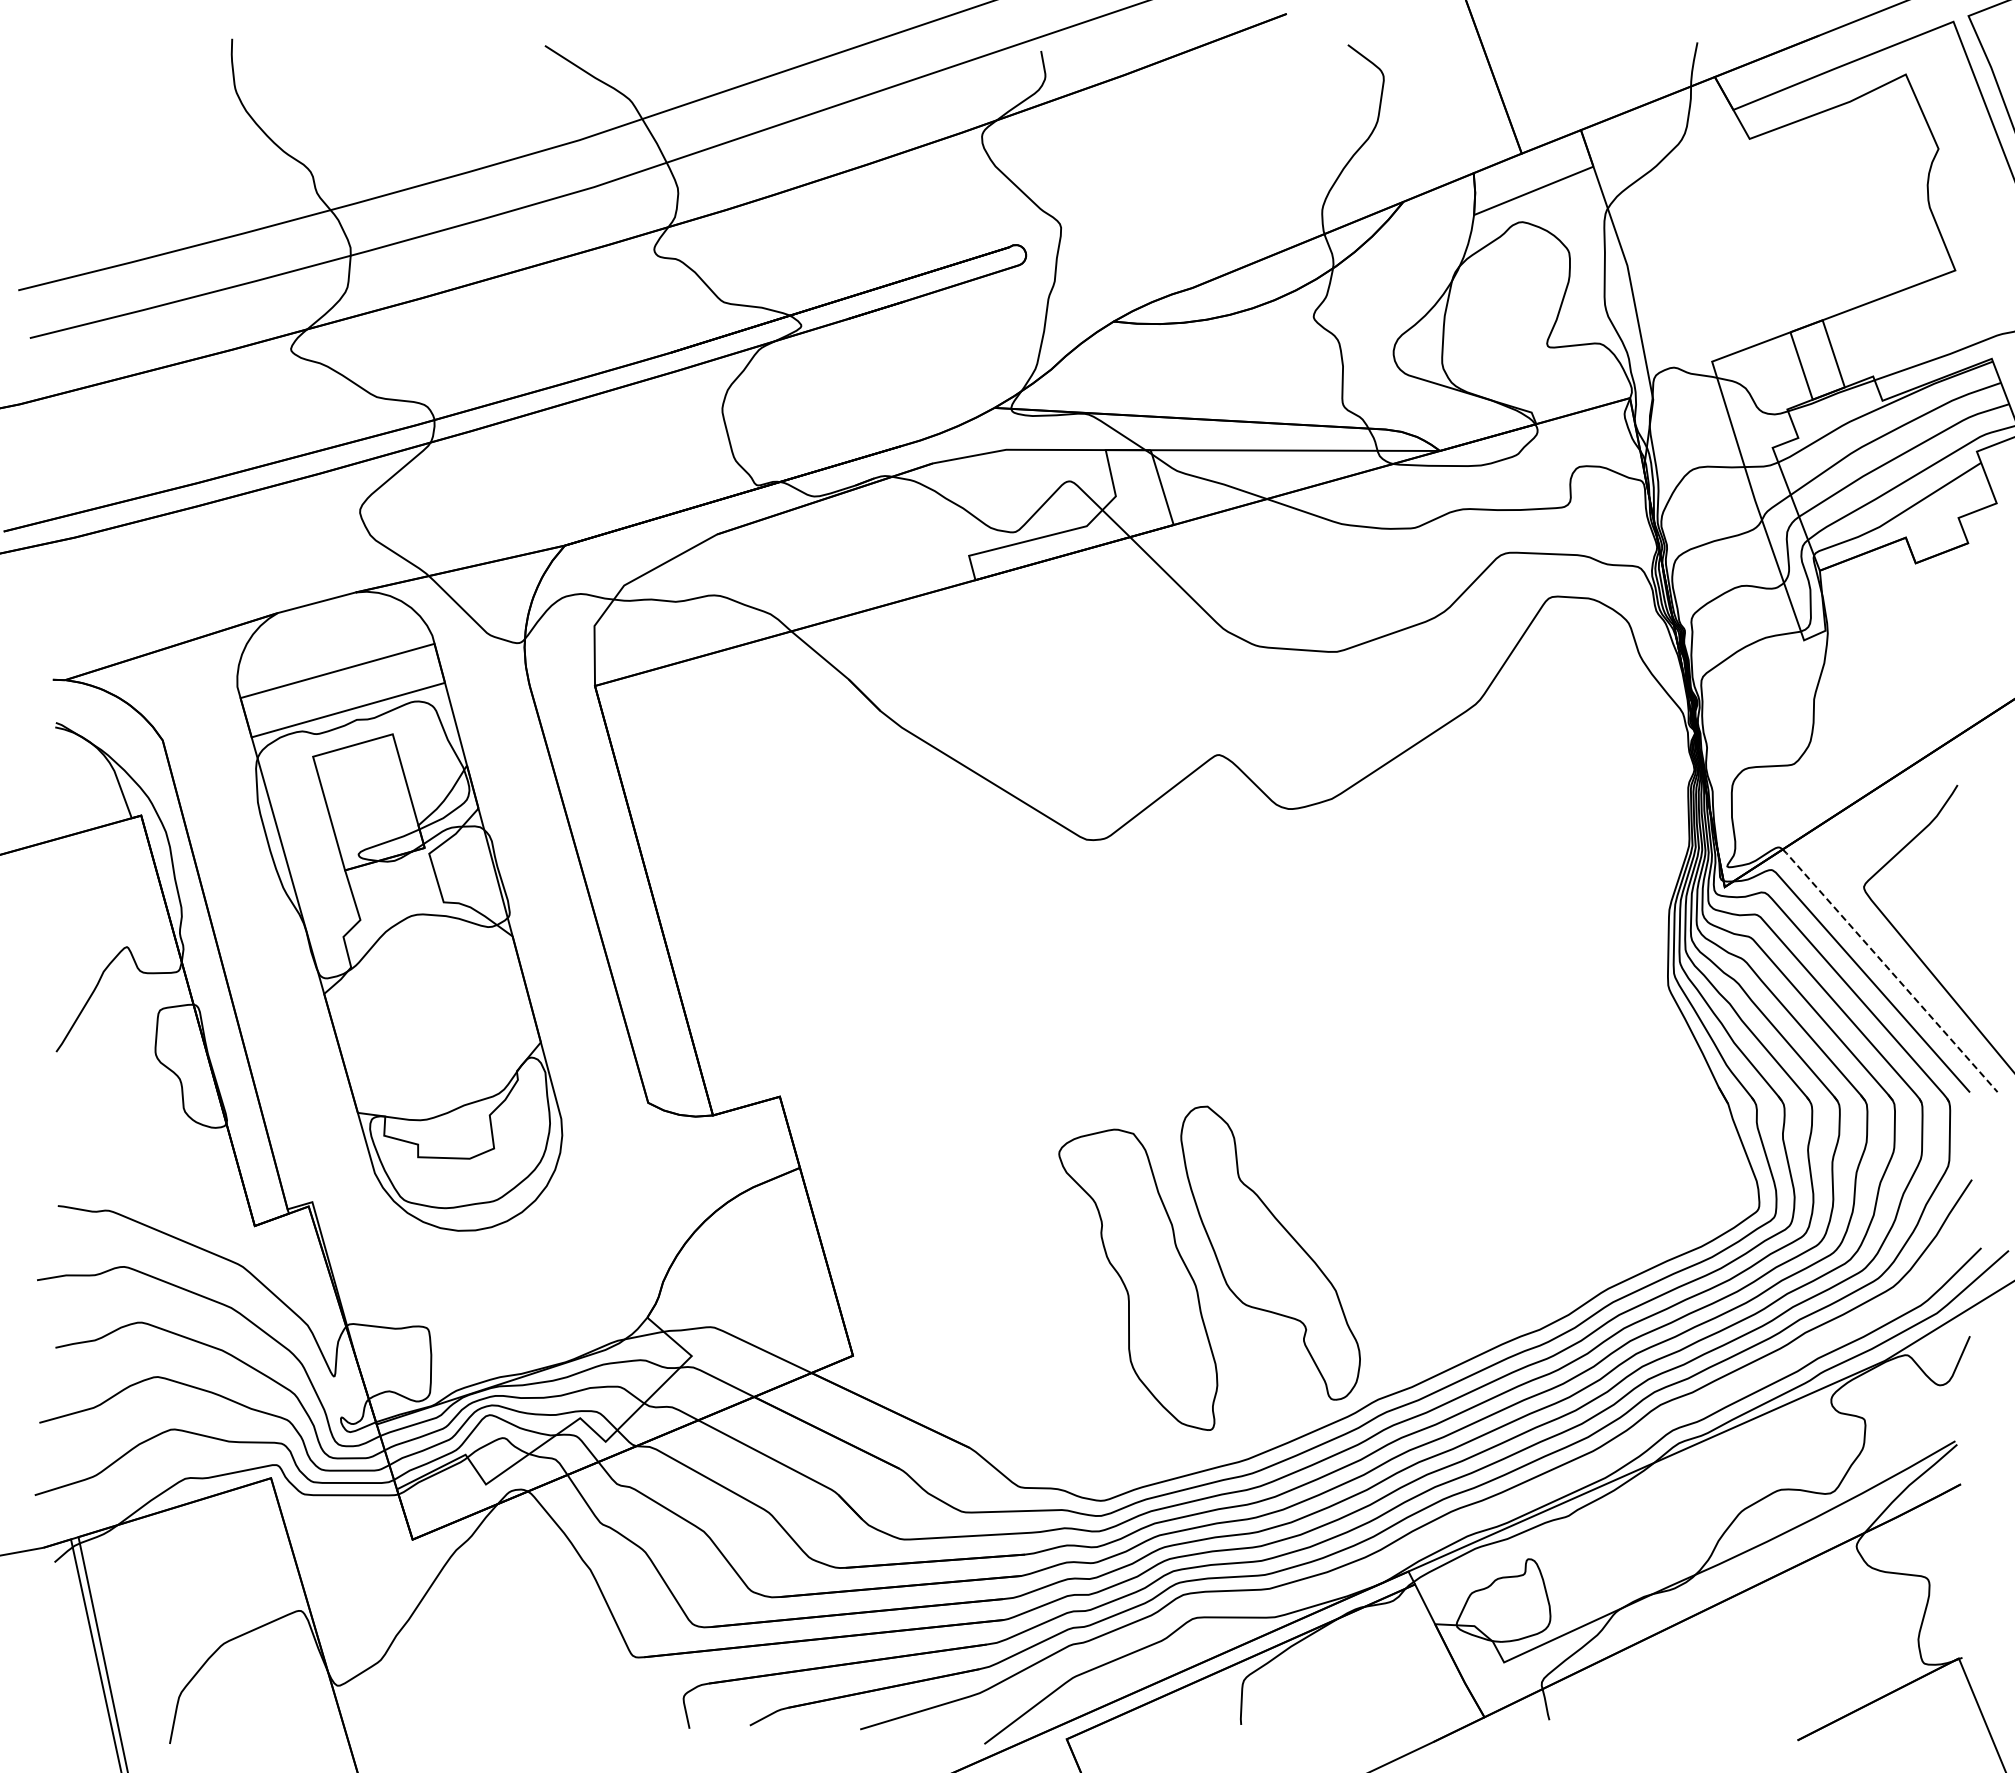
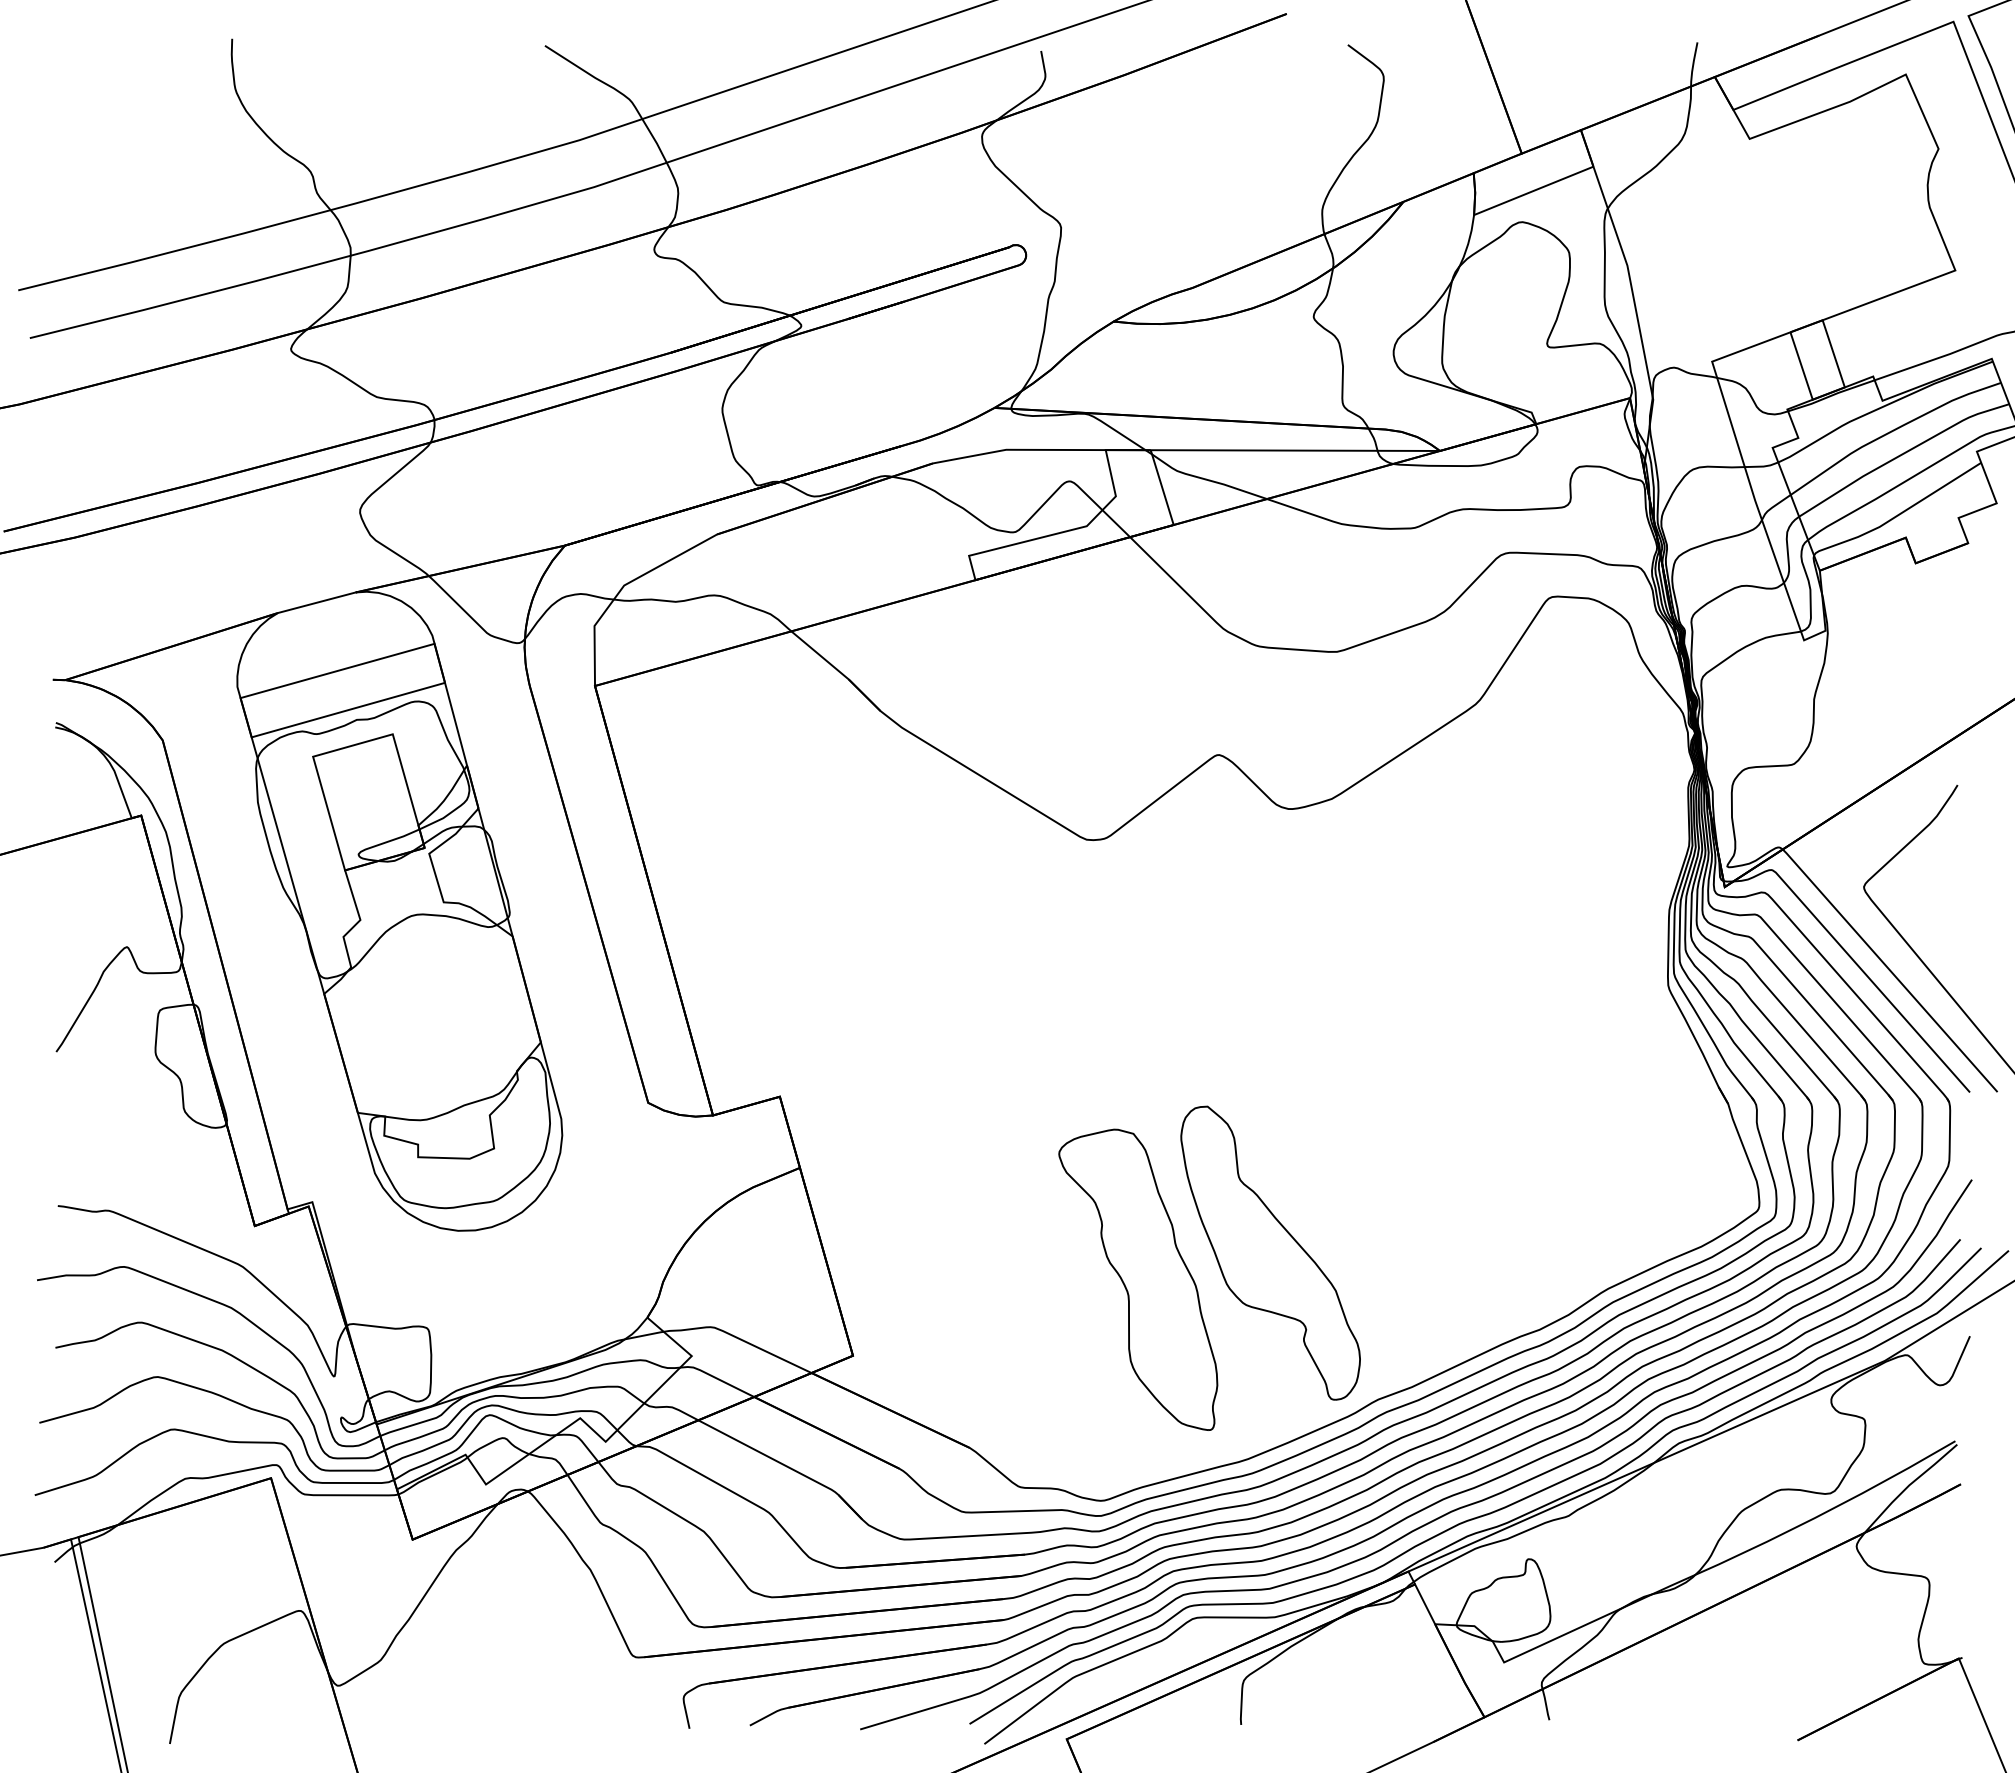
line at (1889, 970): dashed -> solid
curve at (1473, 1517): none -> present
